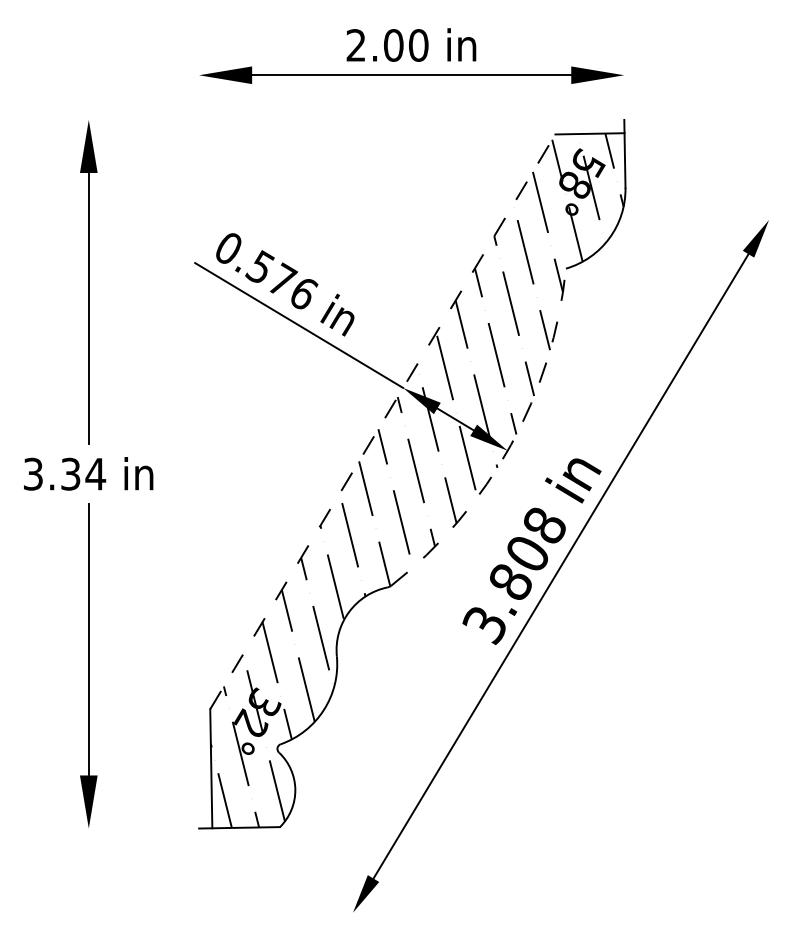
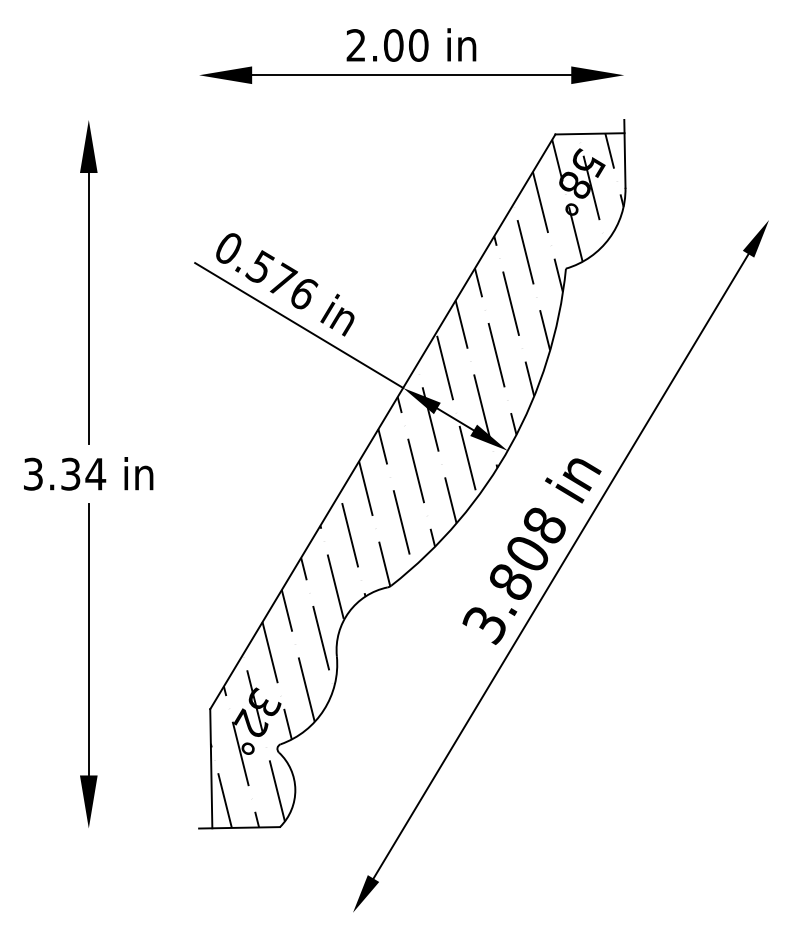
line at (383, 421): dashed -> solid
arc at (510, 445): dashed -> solid
